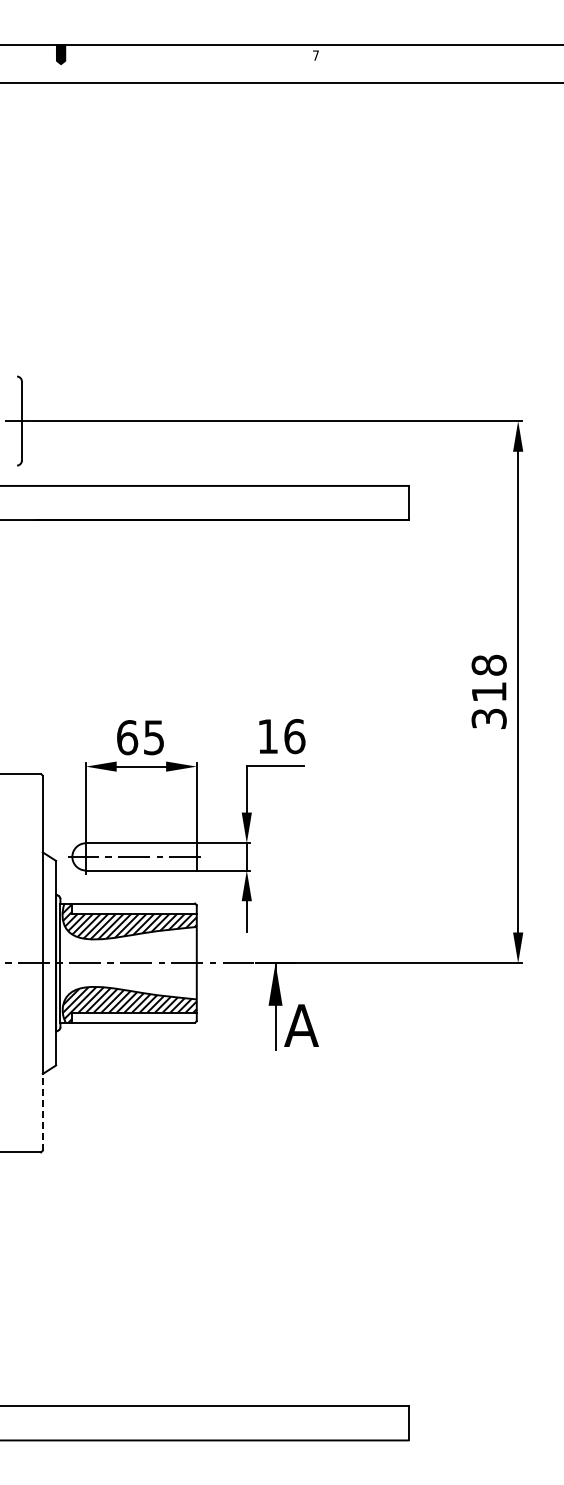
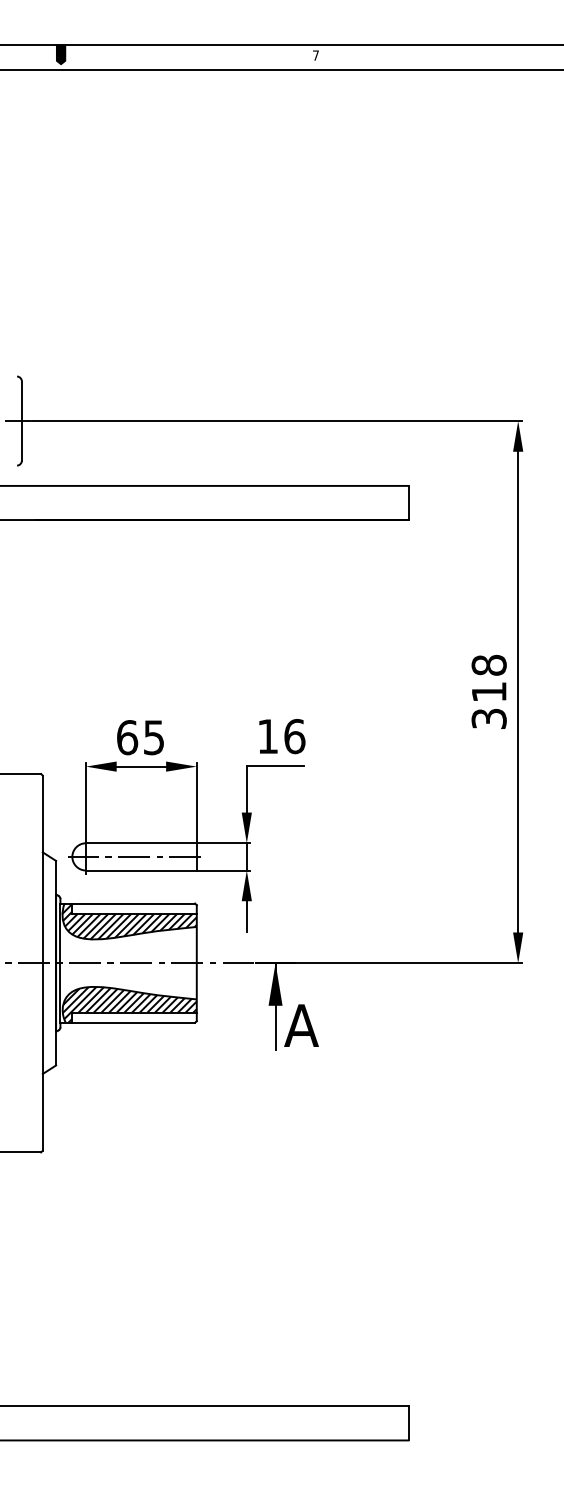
line at (281, 83) position: (281, 83) -> (281, 70)
line at (42, 1111): dashed -> solid
